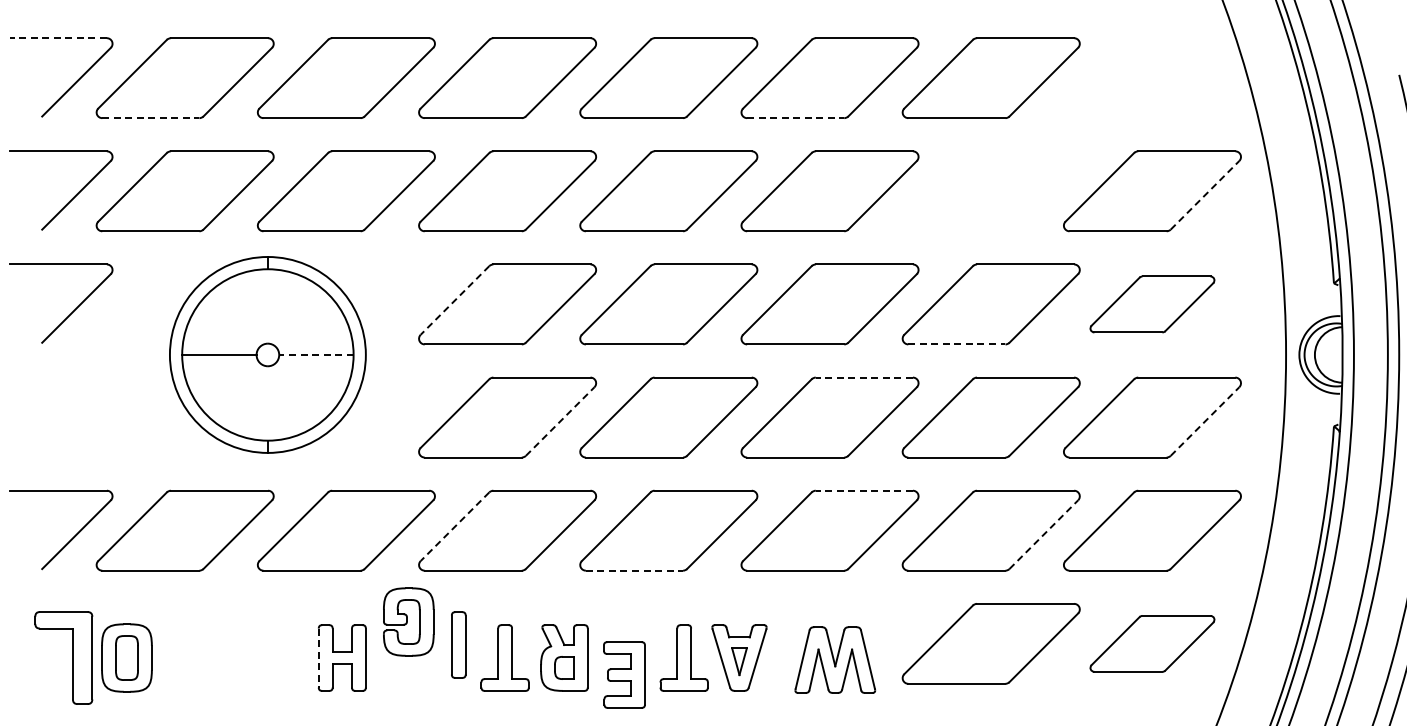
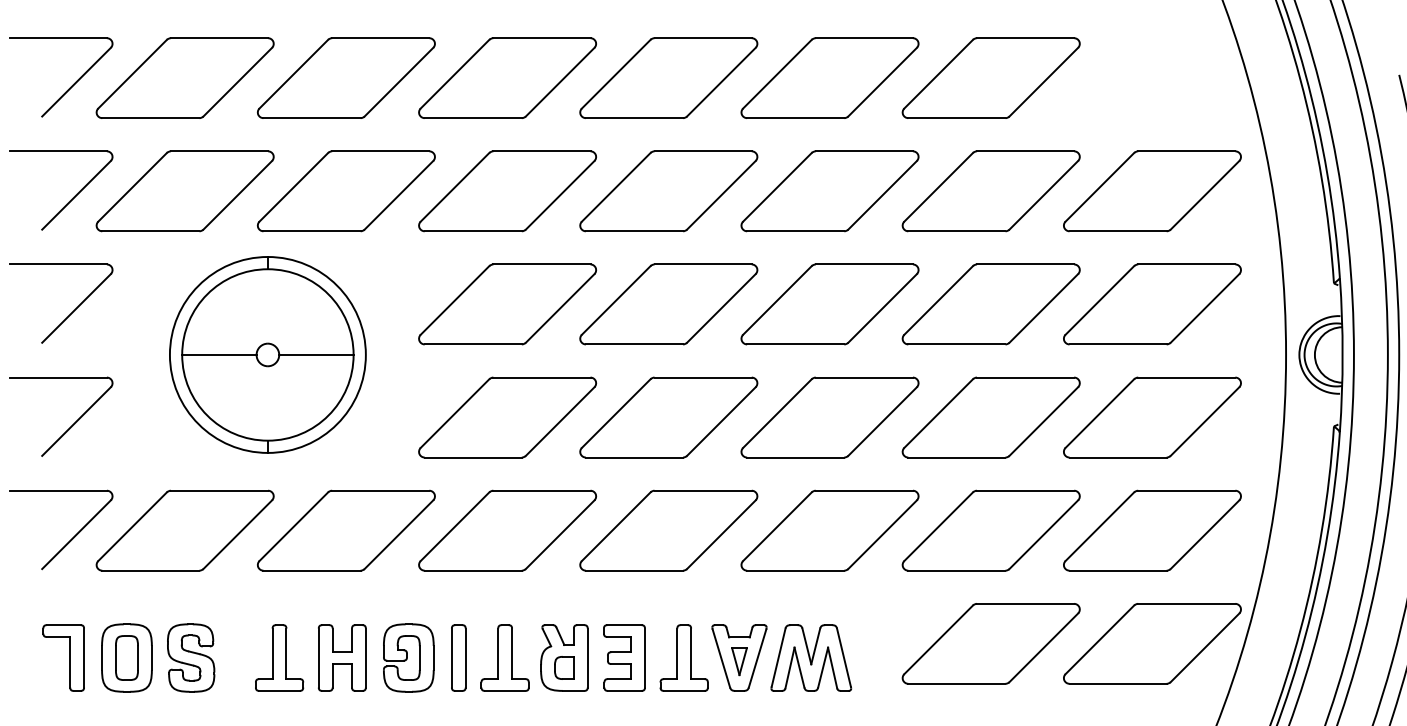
line at (58, 38): dashed -> solid
line at (150, 118): dashed -> solid
line at (795, 118): dashed -> solid
part at (990, 191): none -> present
line at (1205, 195): dashed -> solid
line at (455, 300): dashed -> solid
part at (1152, 304) size: 127x59 px -> 179x83 px
line at (956, 344): dashed -> solid
line at (315, 354): dashed -> solid
line at (864, 377): dashed -> solid
line at (560, 421): dashed -> solid
line at (1205, 421): dashed -> solid
part at (71, 425): none -> present
line at (864, 490): dashed -> solid
line at (455, 526): dashed -> solid
line at (1043, 534): dashed -> solid
line at (634, 570): dashed -> solid
part at (408, 621) position: (408, 621) -> (408, 657)
part at (1152, 643) size: 127x58 px -> 179x82 px
part at (458, 644) position: (458, 644) -> (458, 657)
part at (63, 657) size: 60x94 px -> 43x68 px
part at (191, 657): none -> present
part at (279, 657): none -> present
line at (318, 658): dashed -> solid
part at (835, 659) position: (835, 659) -> (811, 657)
part at (624, 674) position: (624, 674) -> (624, 657)
